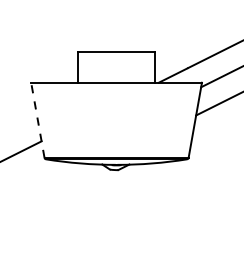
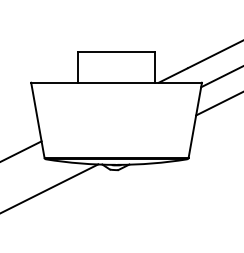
line at (37, 119): dashed -> solid
line at (50, 188): none -> present
